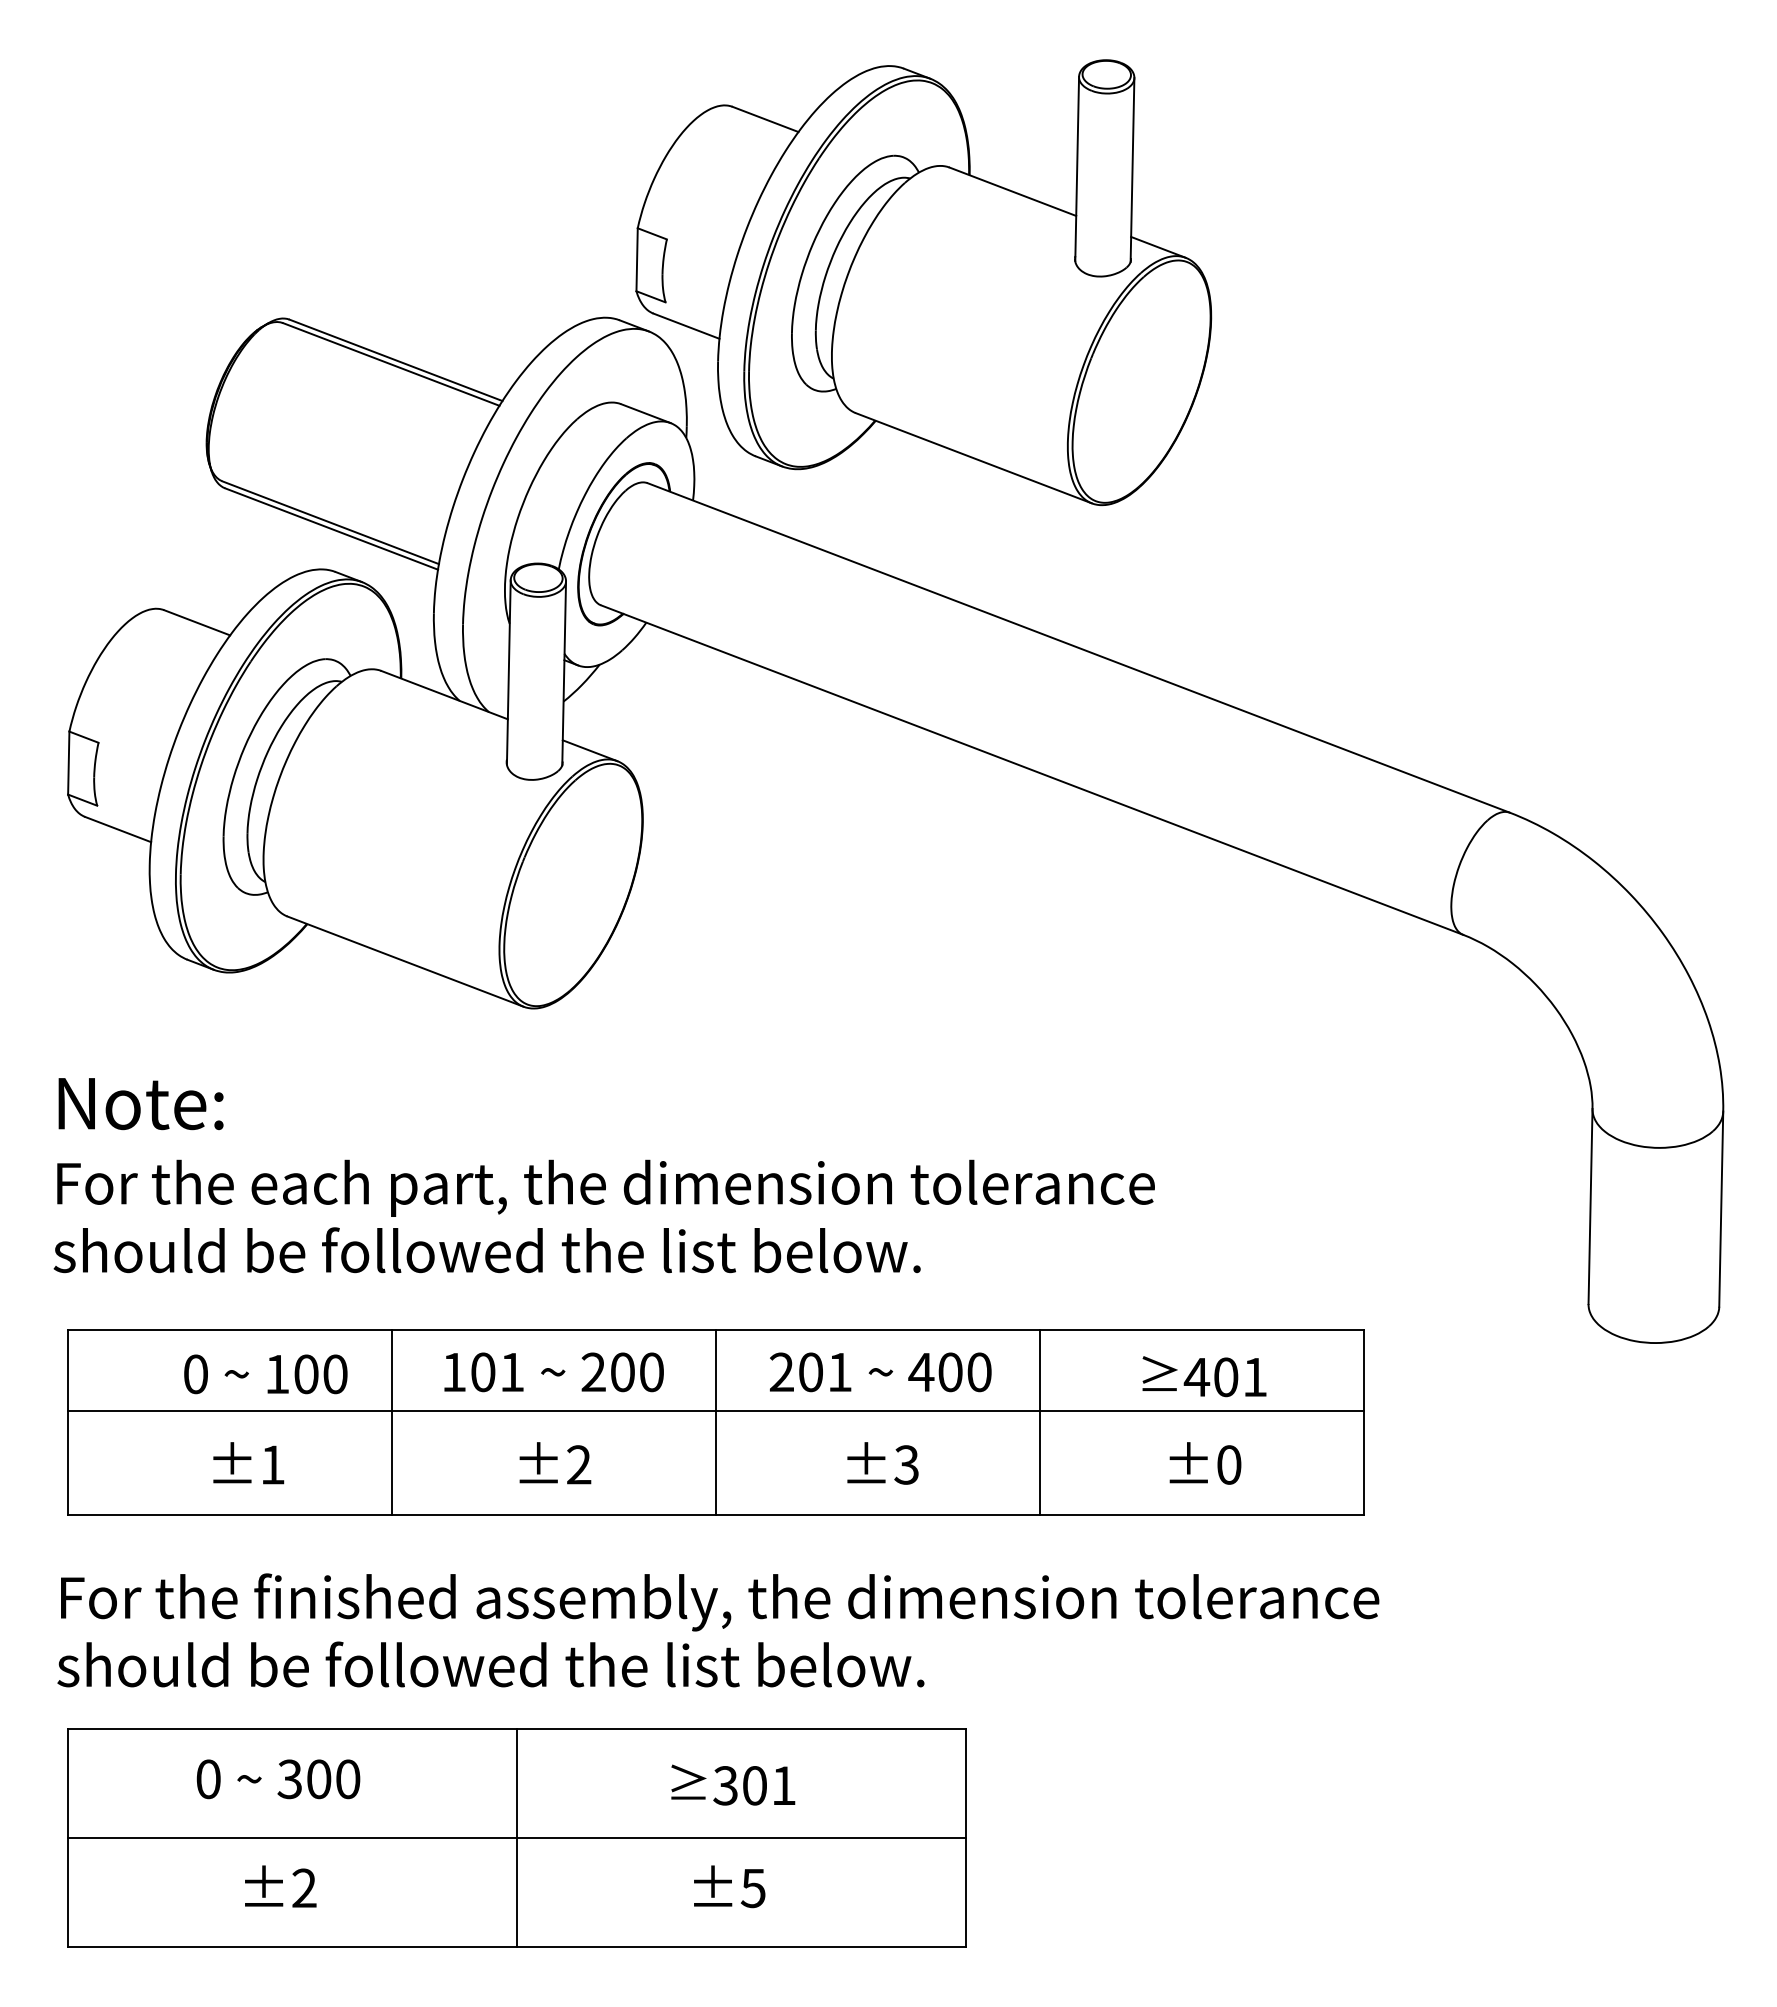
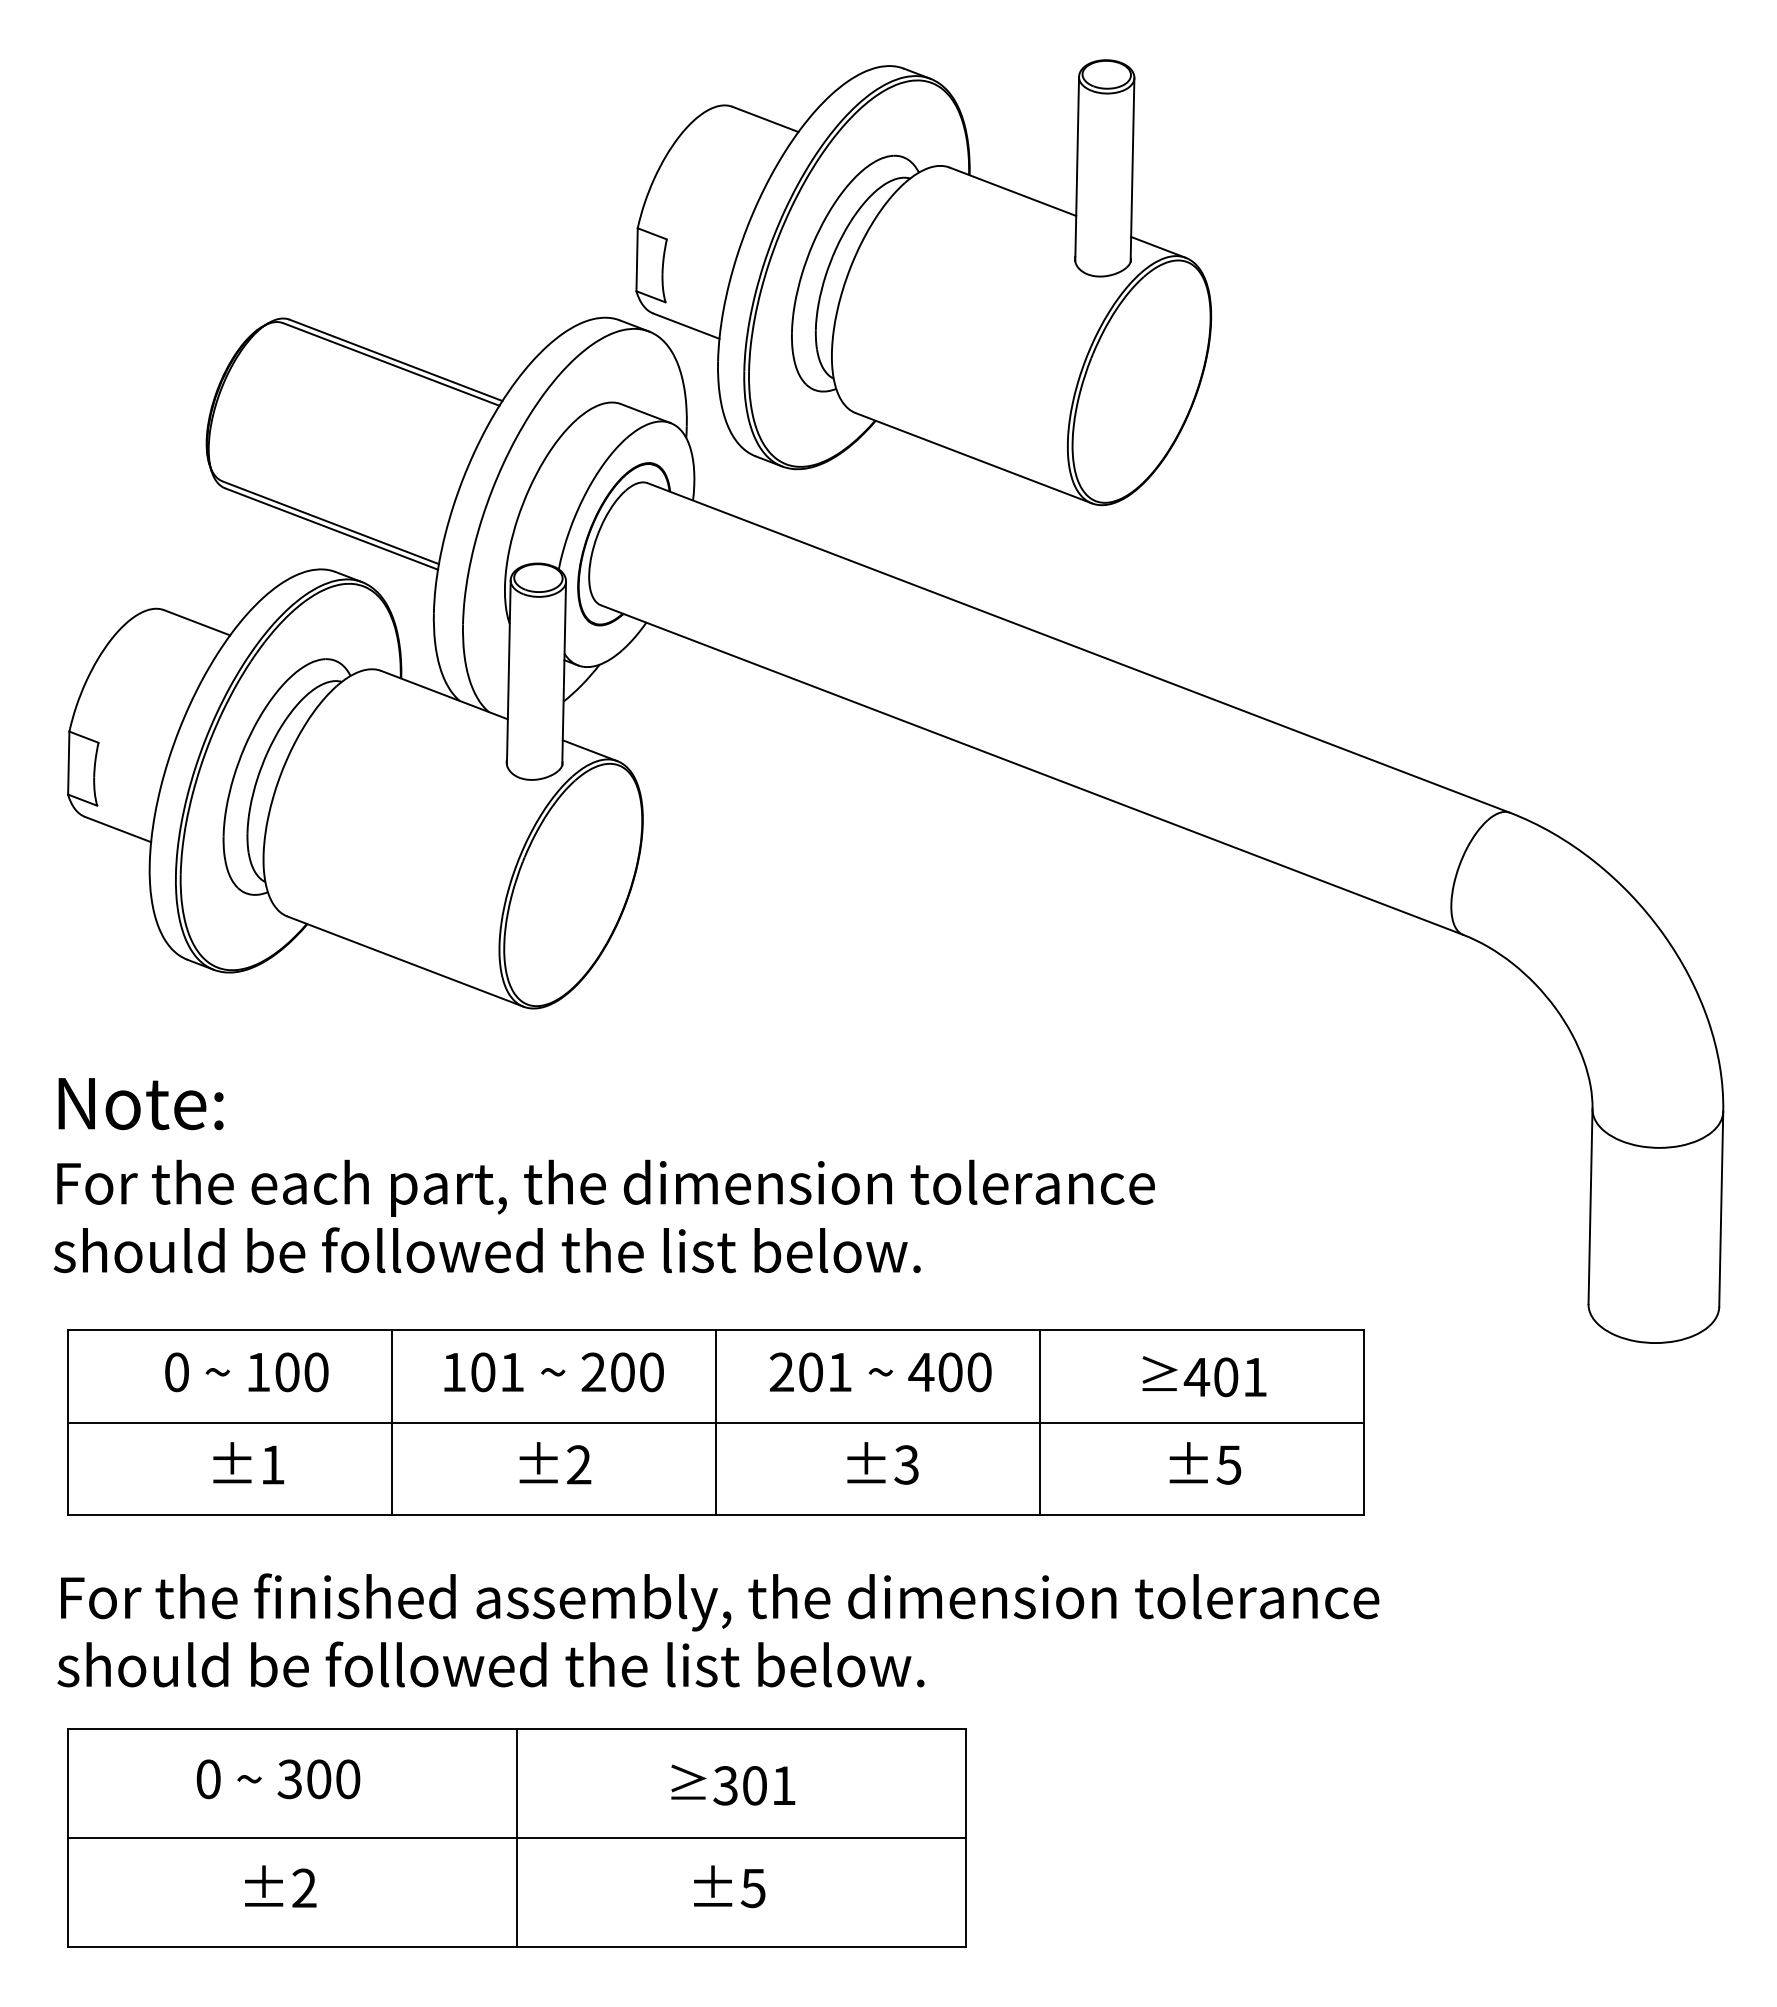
text at (265, 1374) position: (265, 1374) -> (246, 1372)
line at (715, 1410) position: (715, 1410) -> (715, 1422)
text at (1228, 1464): ±0 -> ±5
